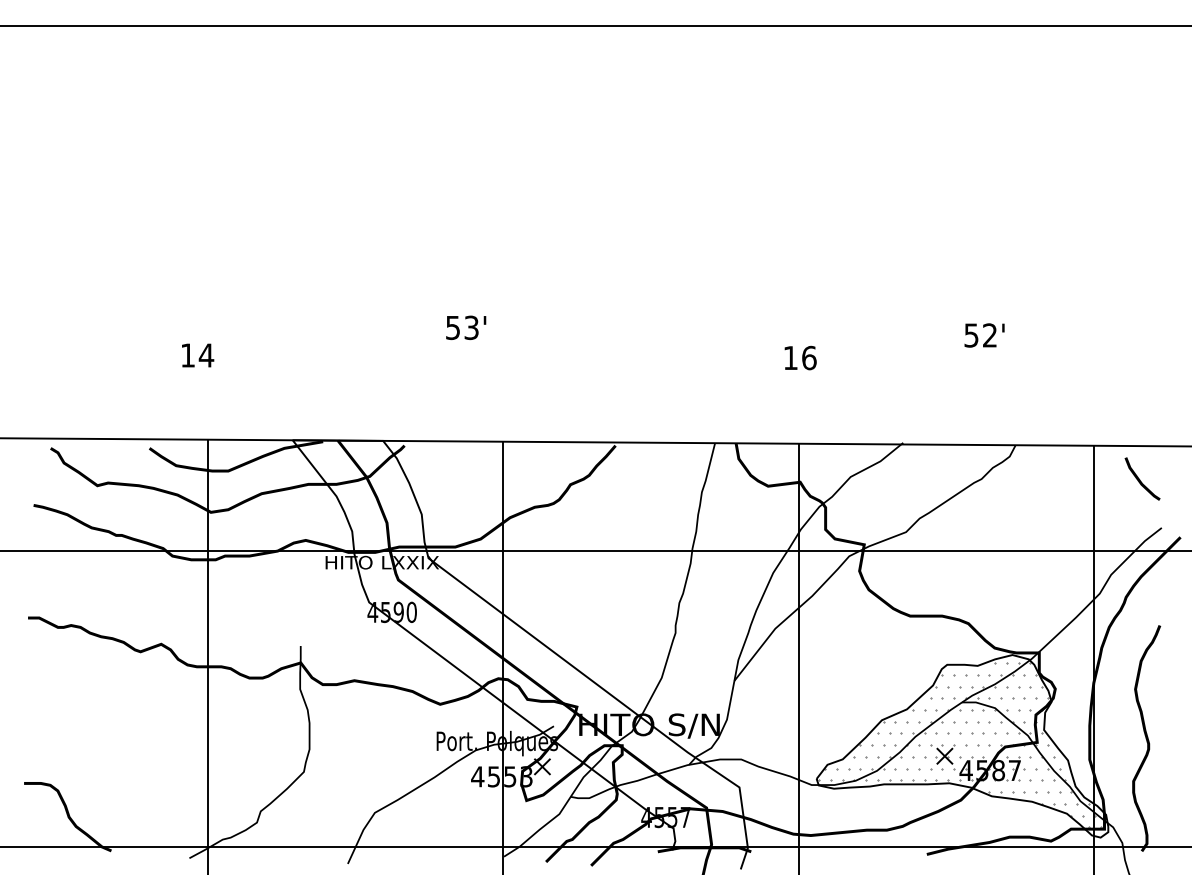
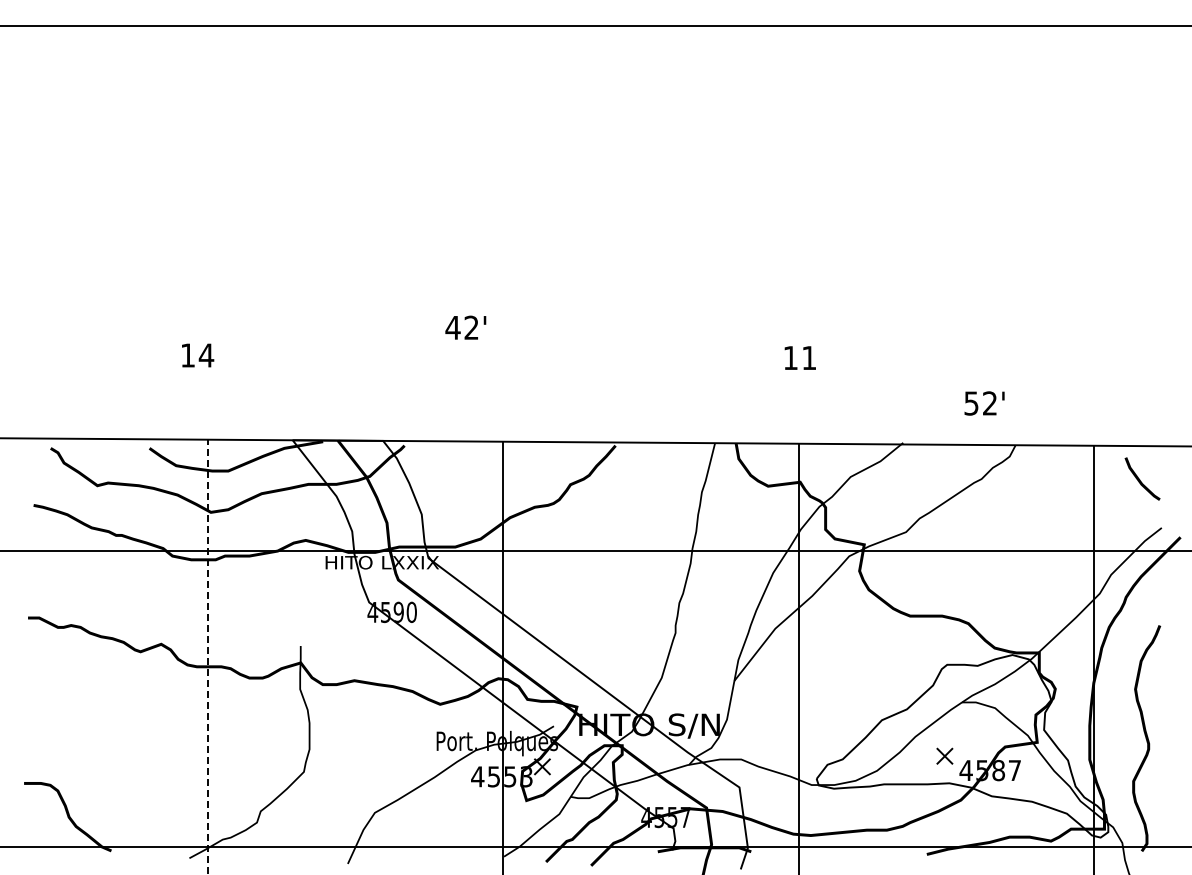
text at (461, 328): 53' -> 42'
text at (984, 335) position: (984, 335) -> (984, 403)
text at (809, 357): 16 -> 11
line at (208, 656): solid -> dashed
hatch at (959, 745): present -> none
